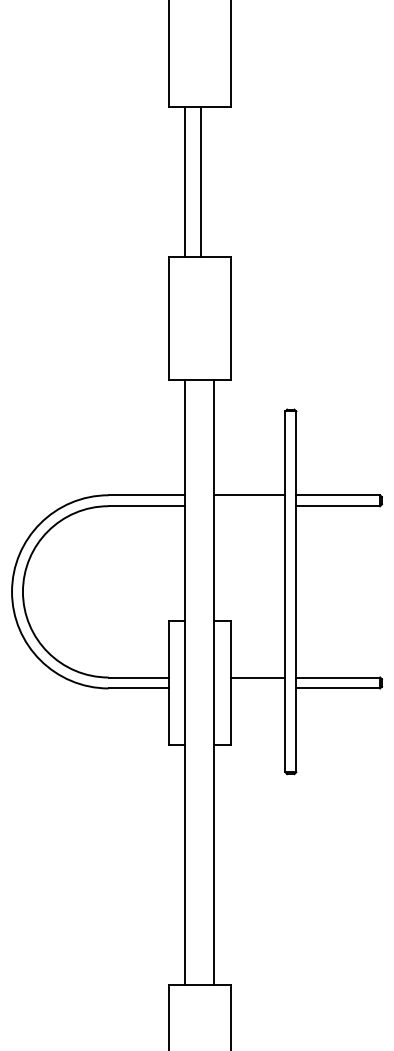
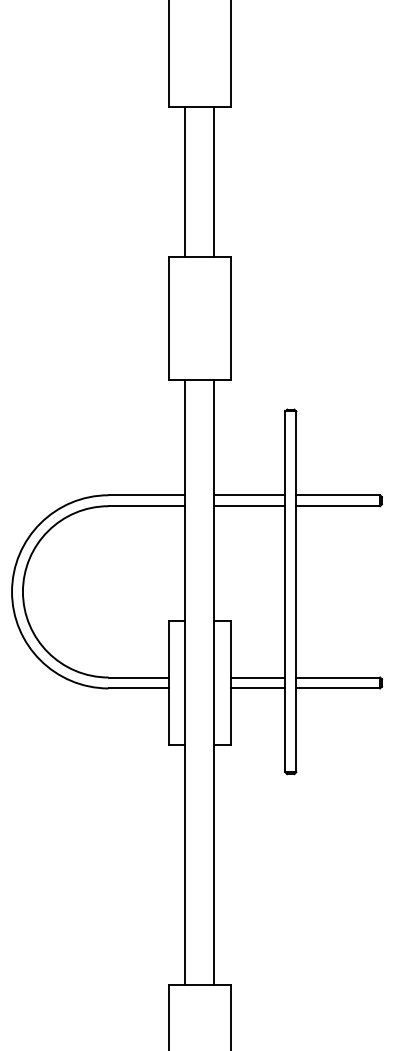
line at (201, 181) position: (201, 181) -> (214, 181)
line at (249, 506): none -> present
line at (257, 688): none -> present
